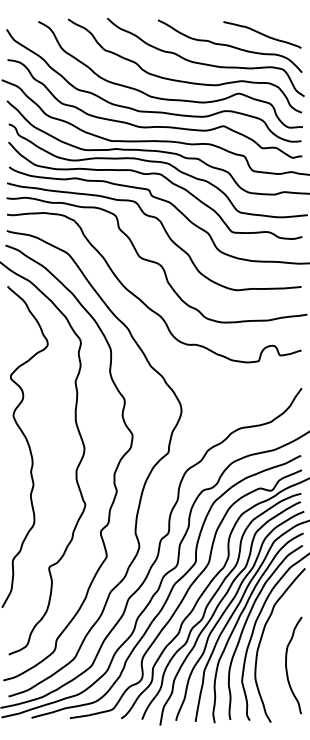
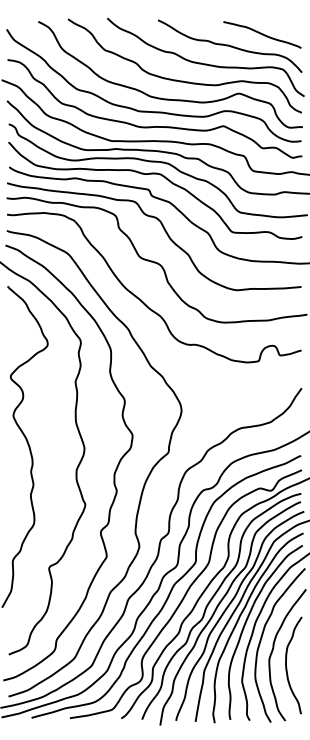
curve at (273, 651): none -> present
